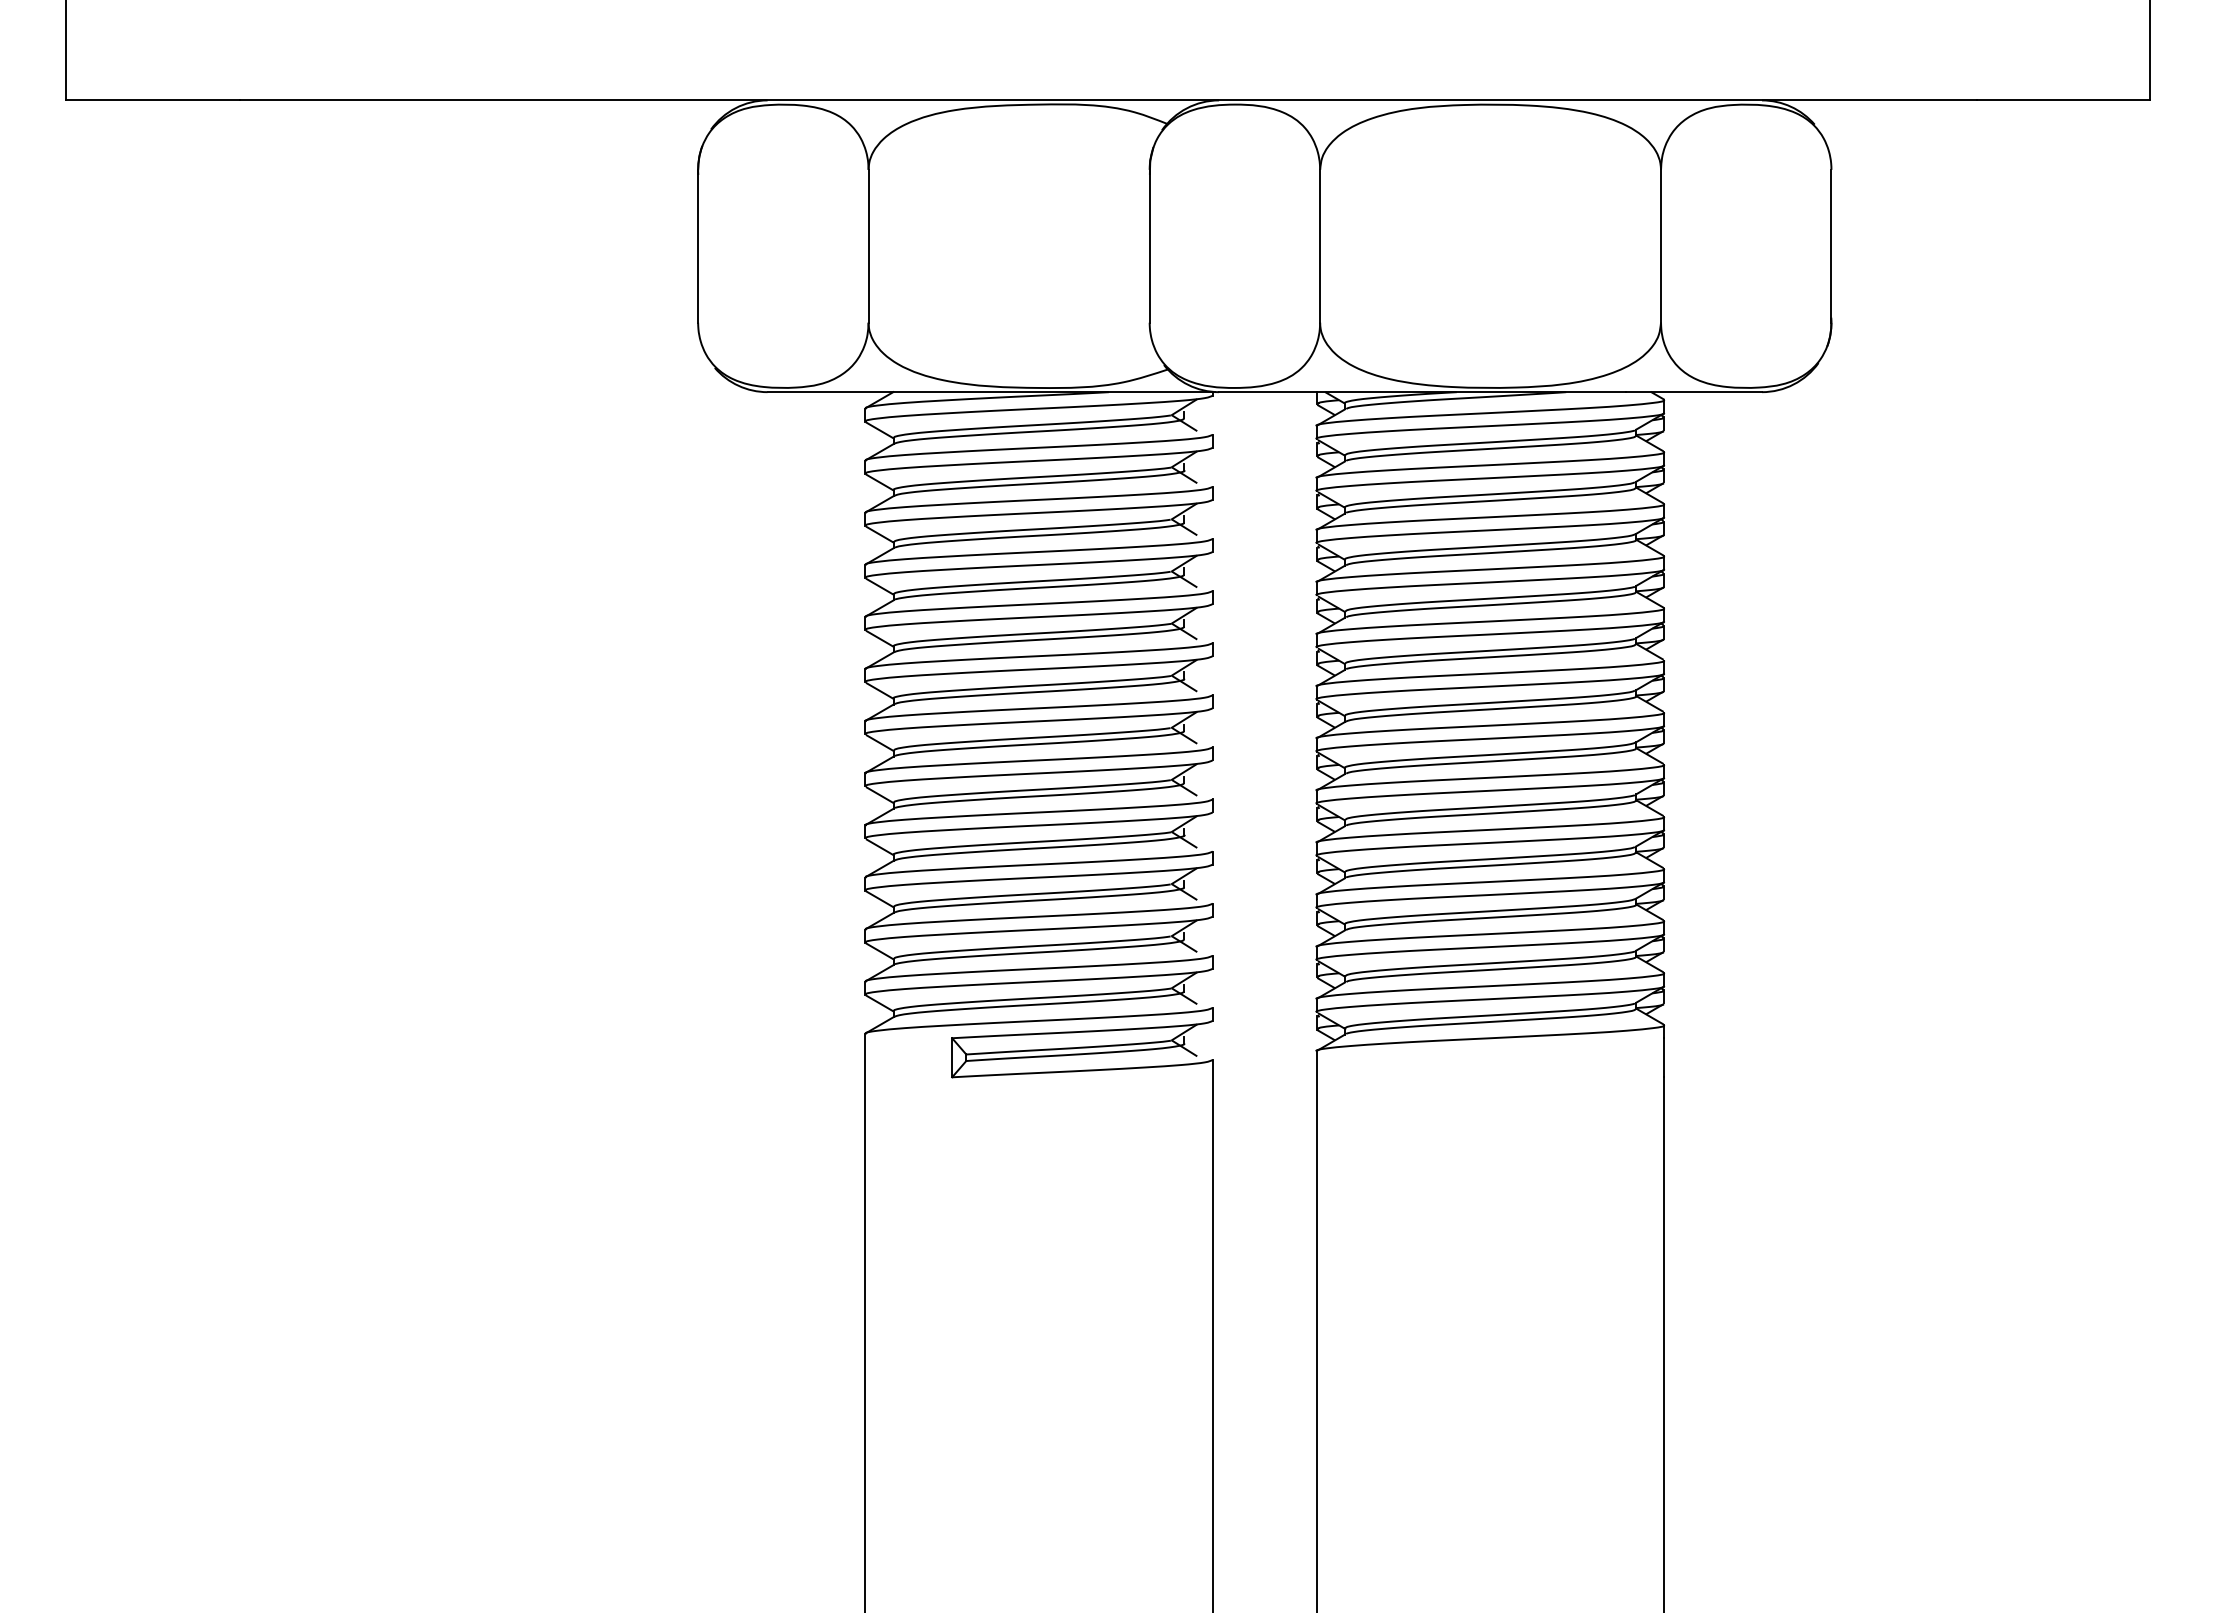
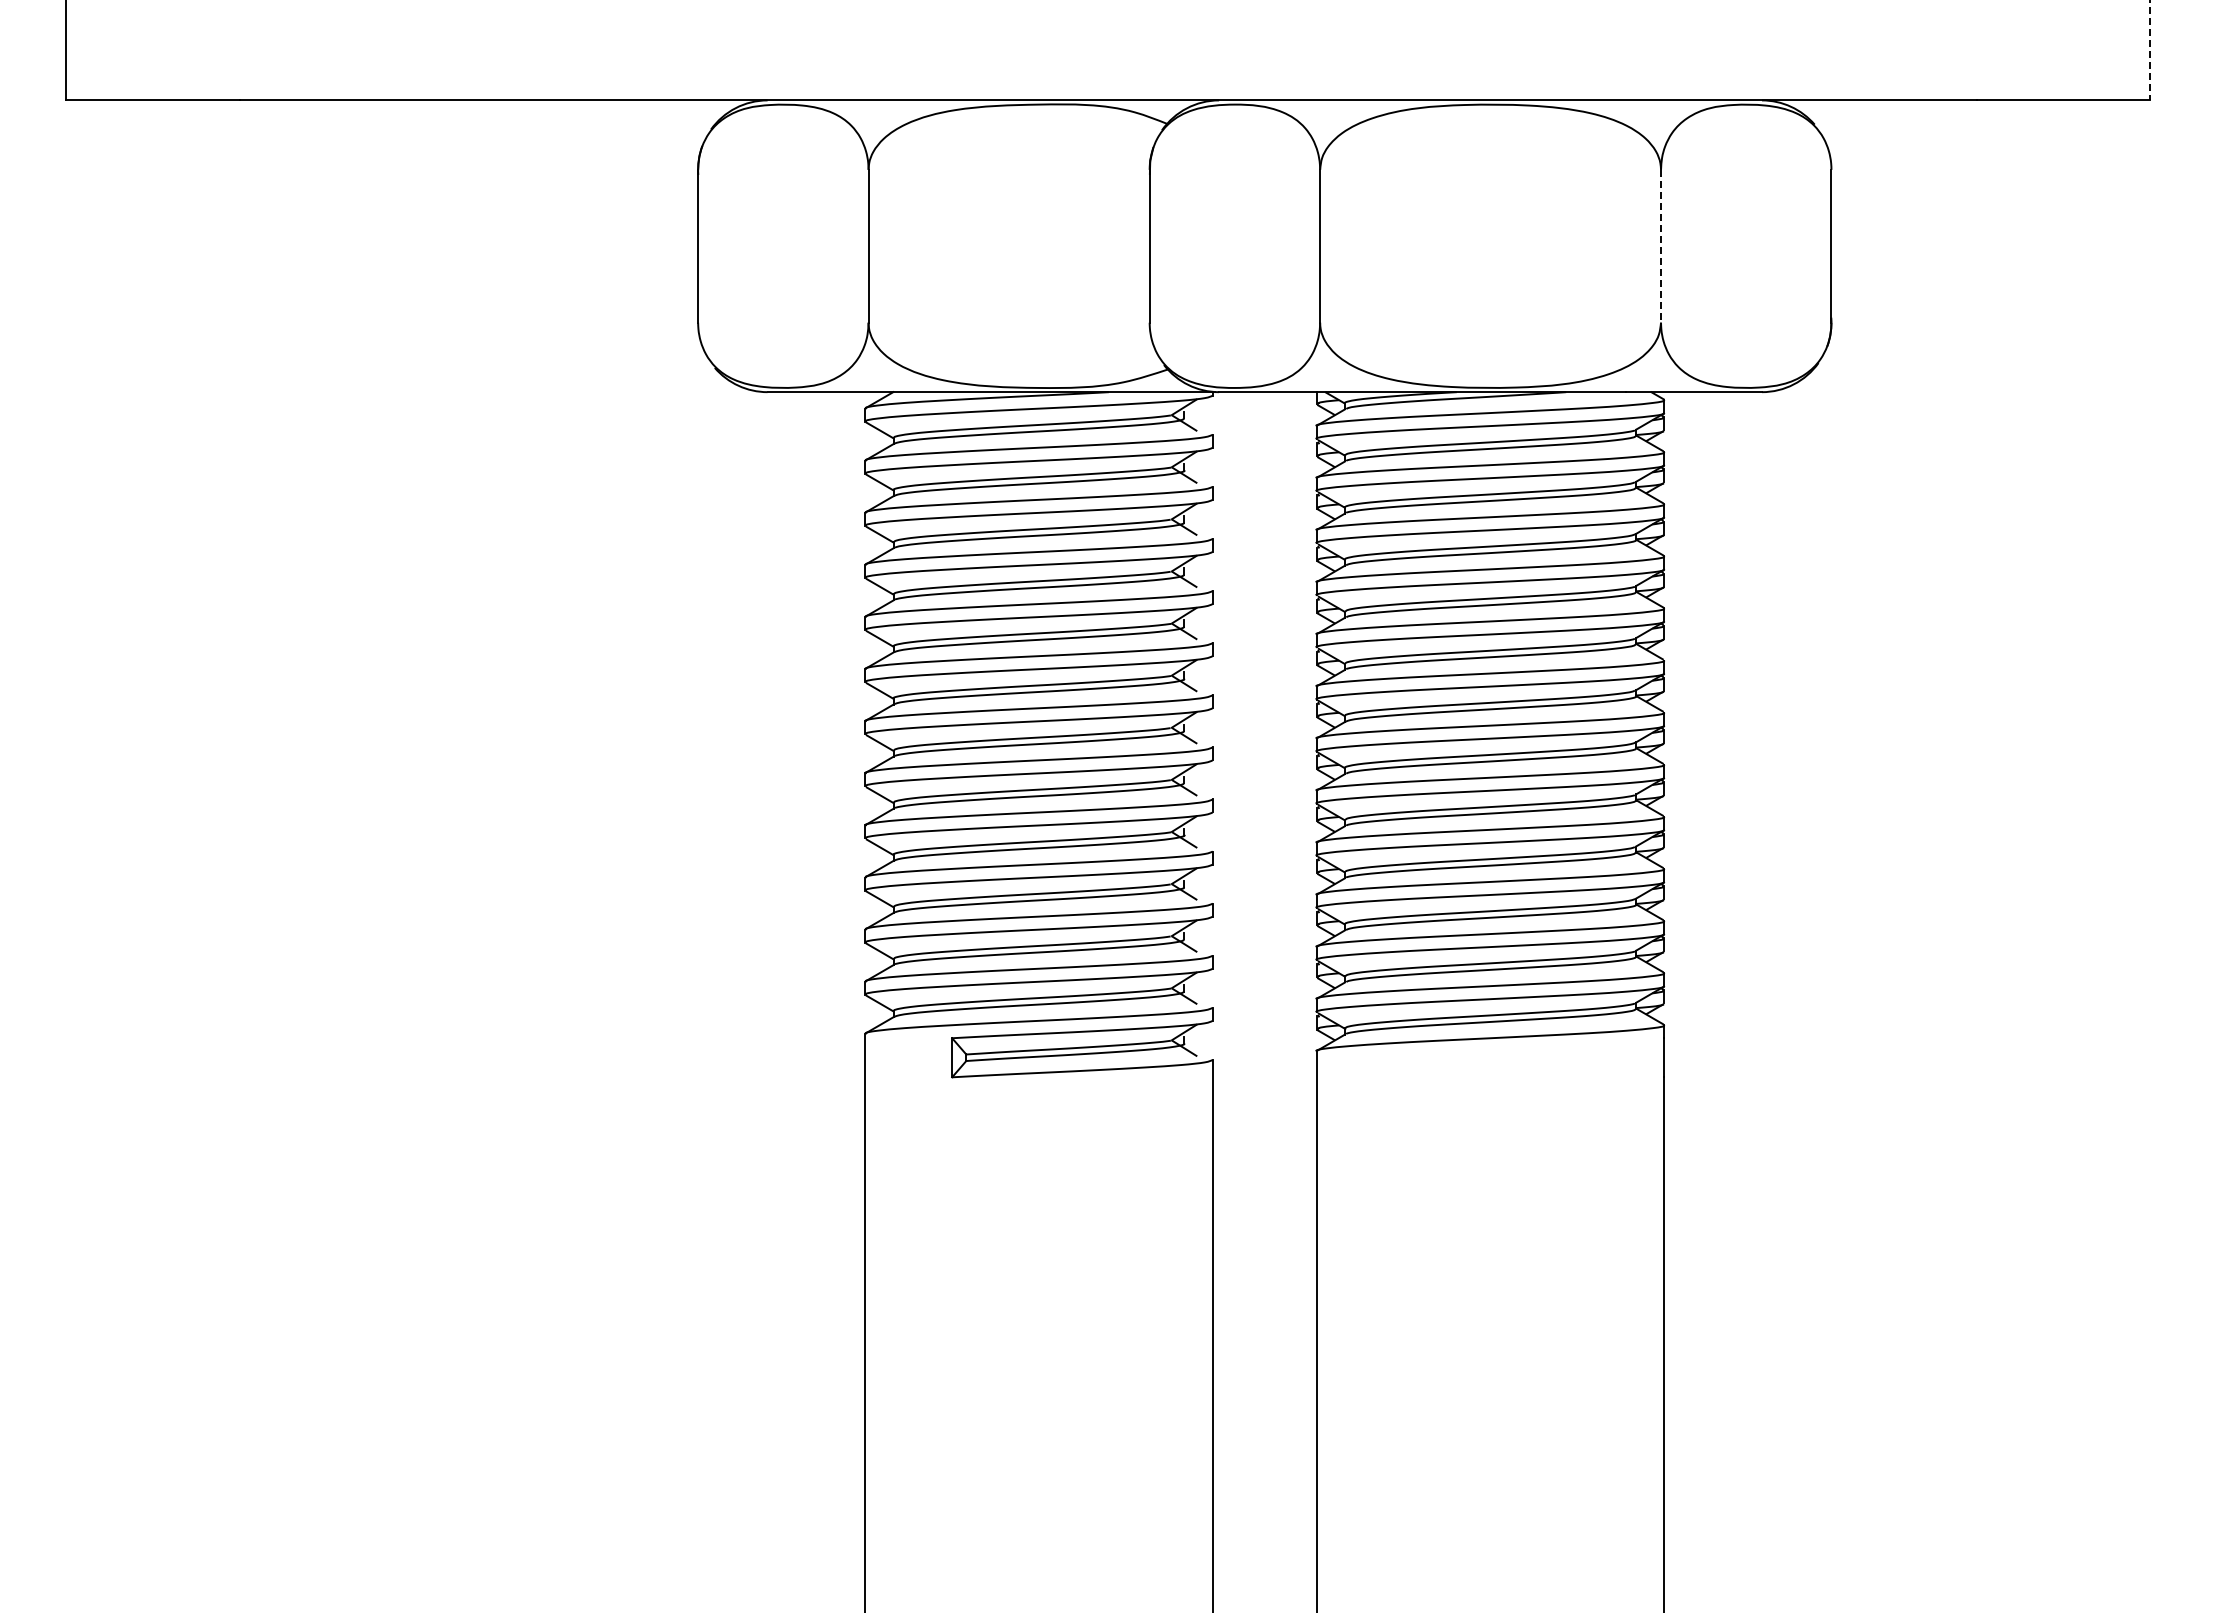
line at (2150, 50): solid -> dashed
line at (1661, 246): solid -> dashed
